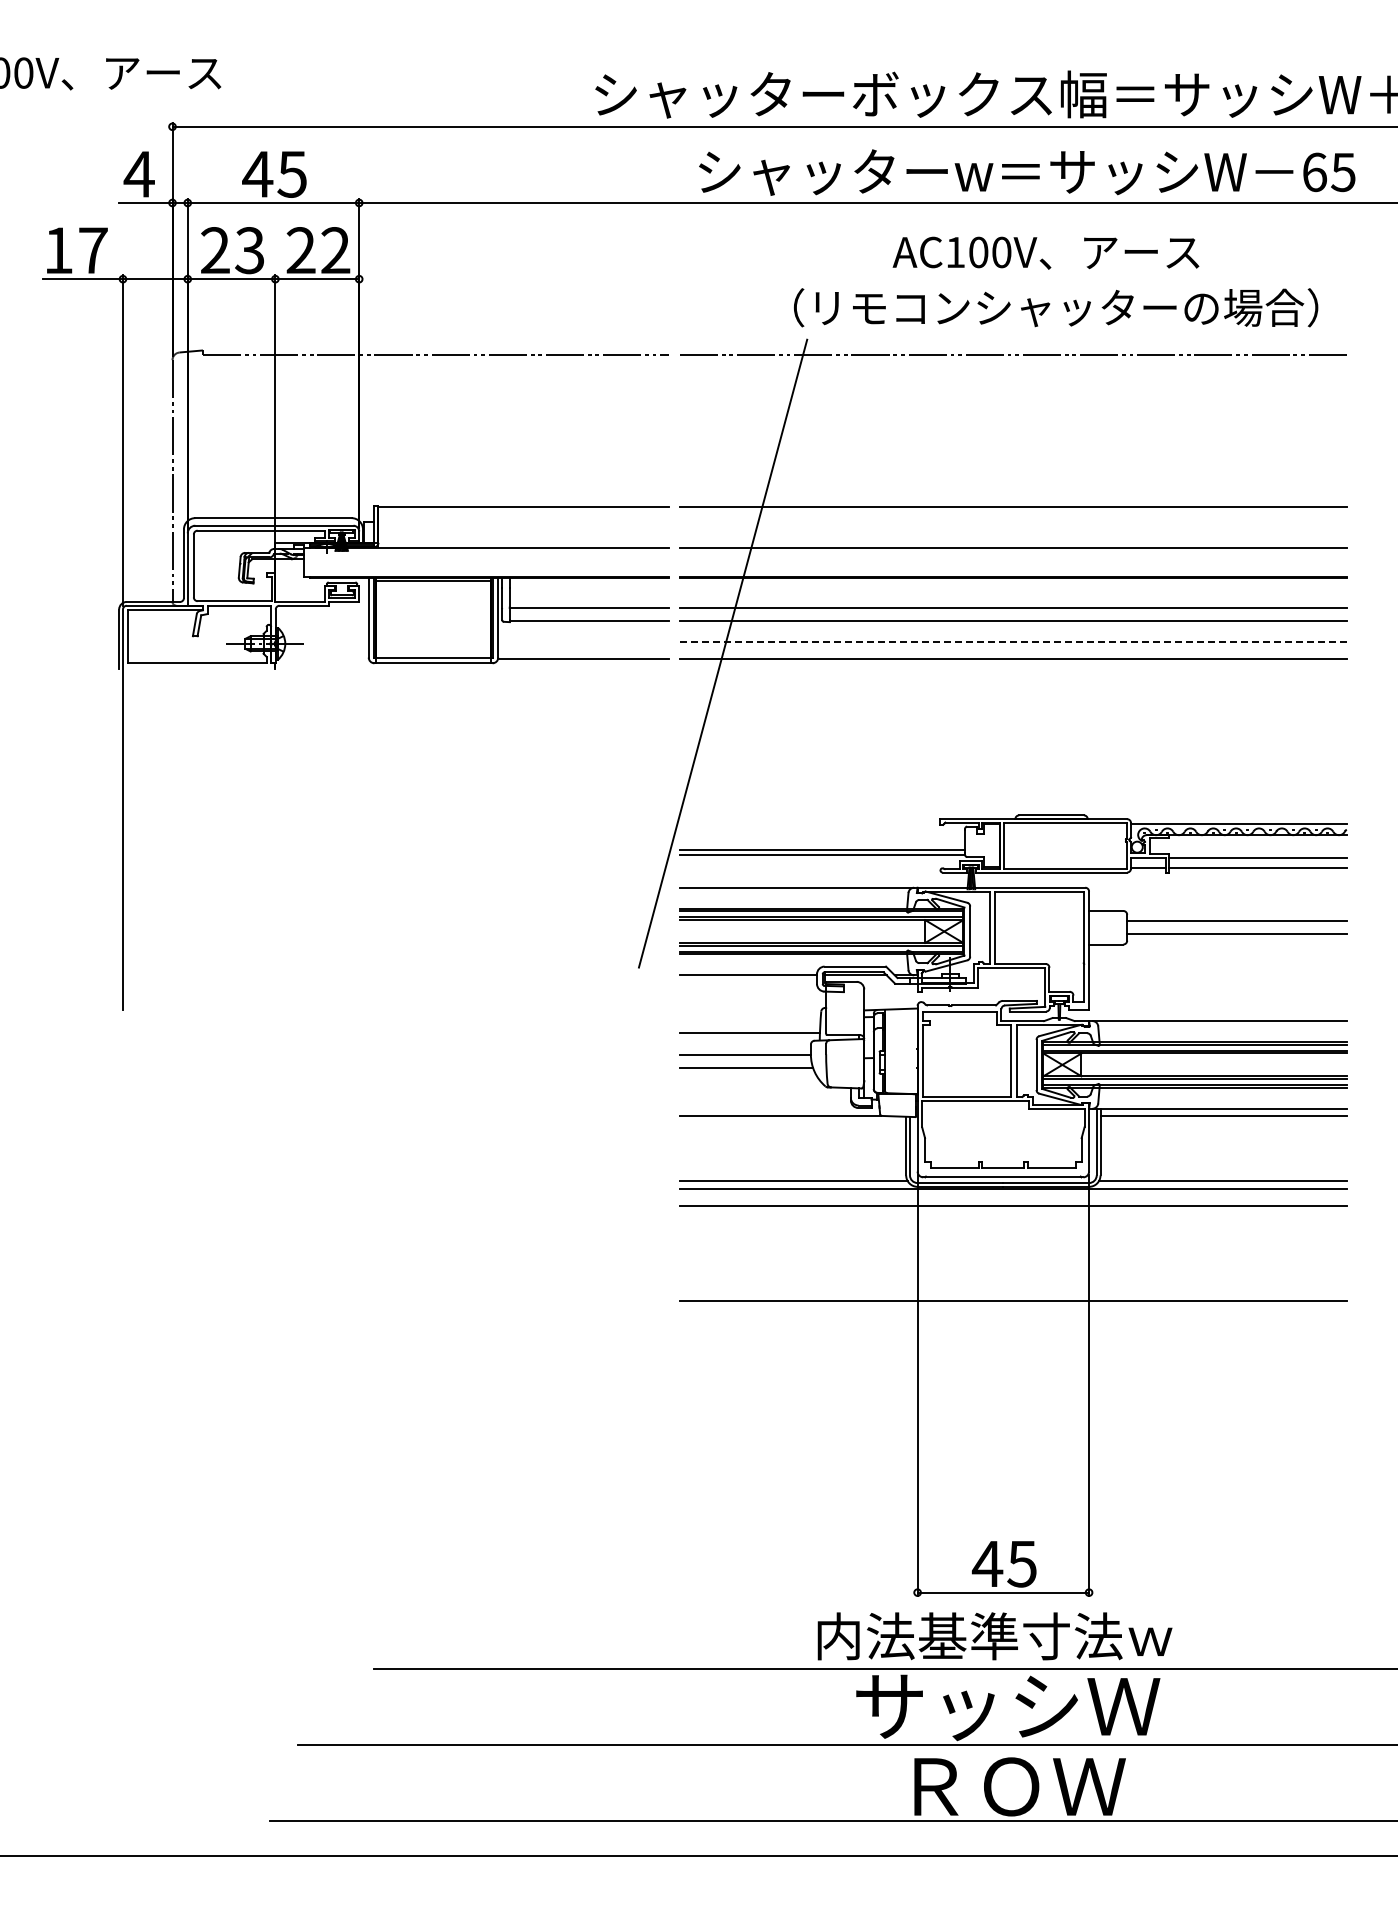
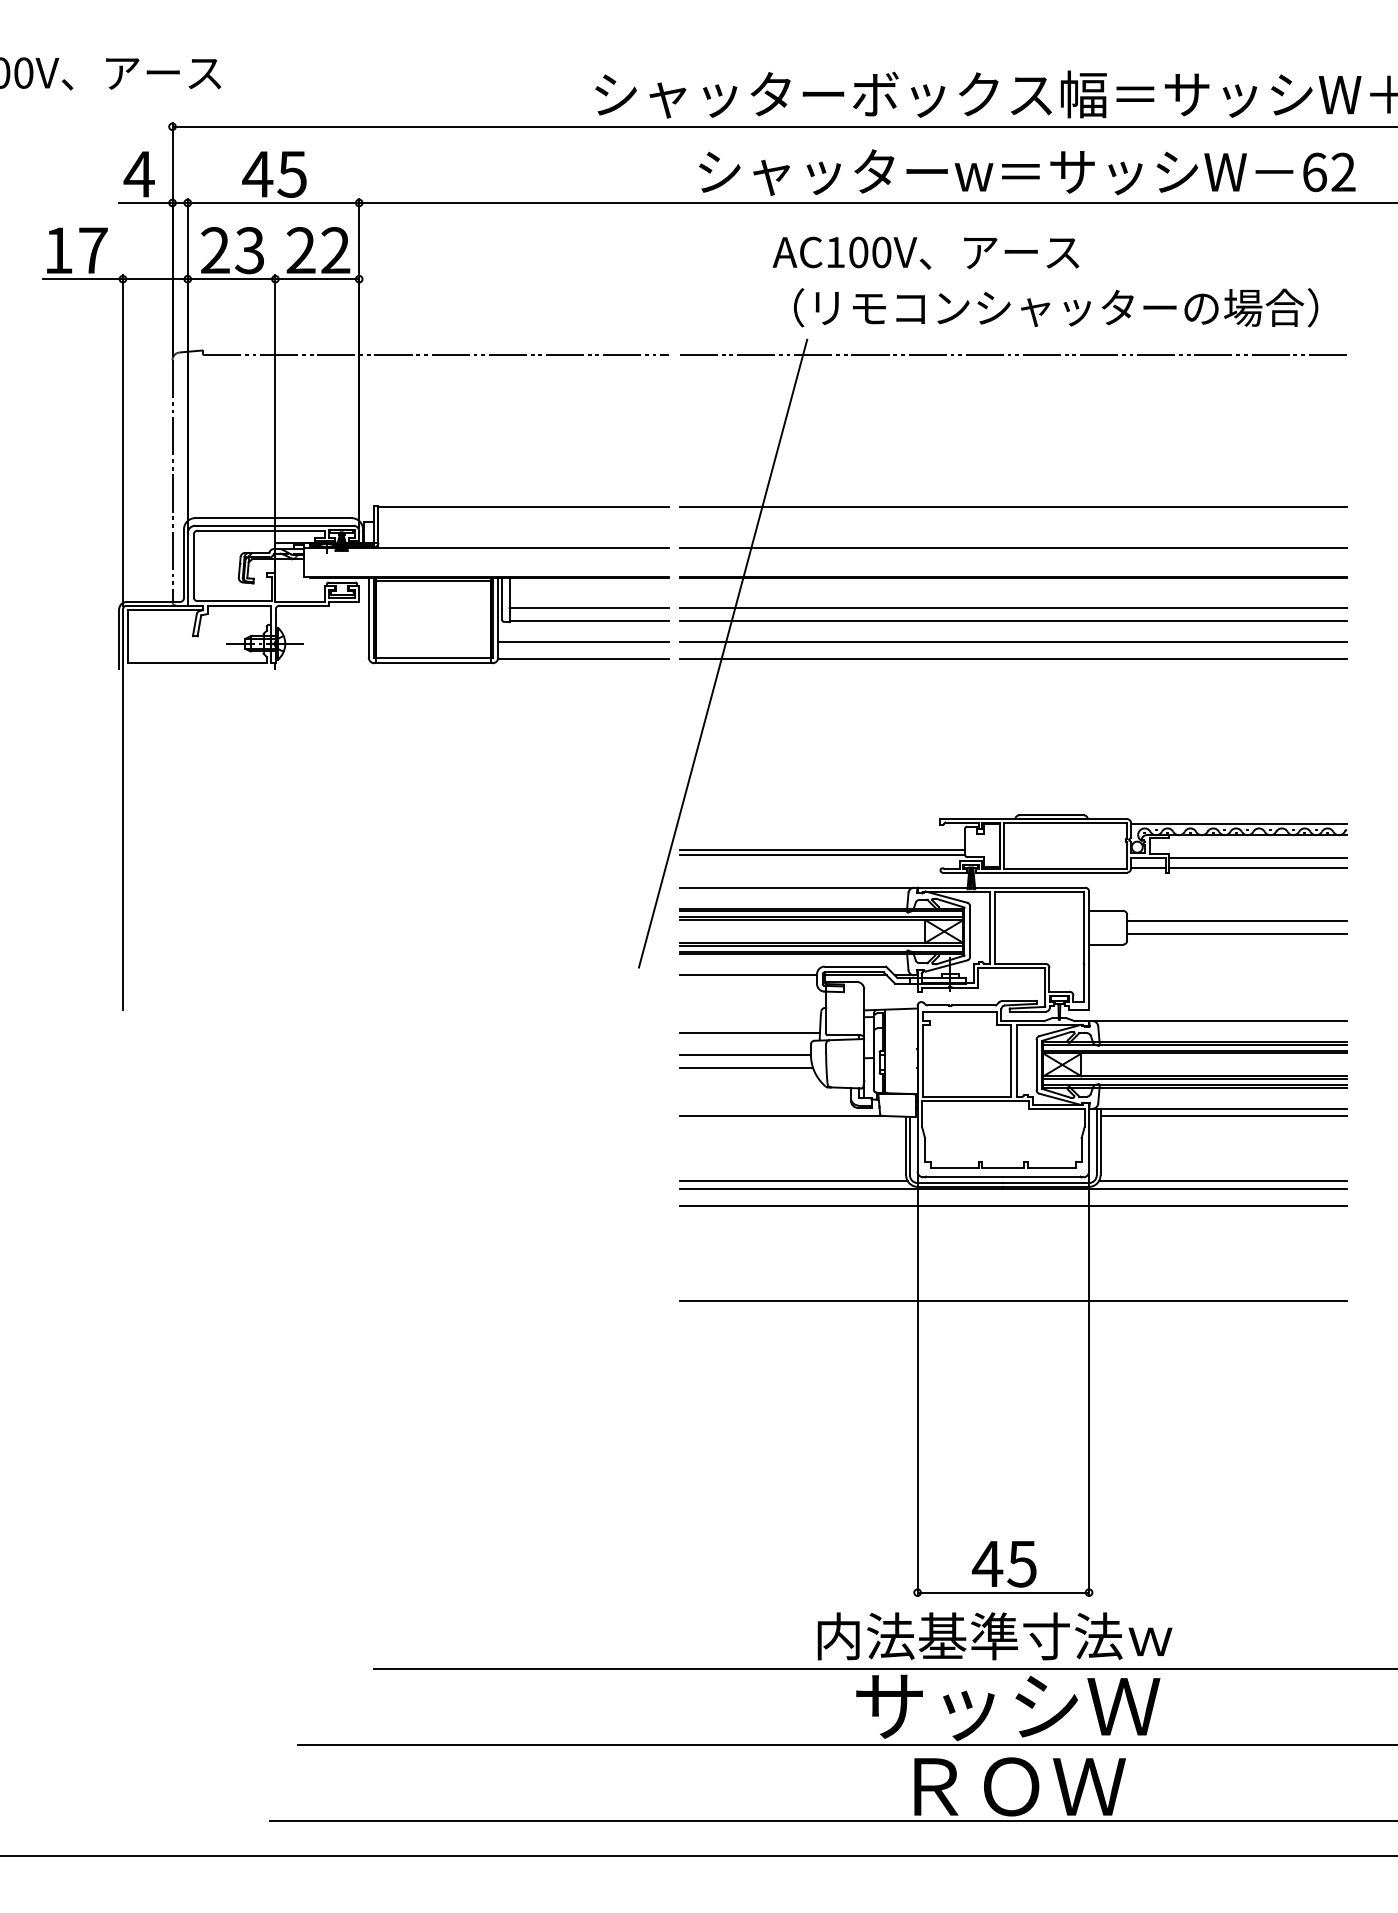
text at (1343, 172): 65 -> 62
text at (1045, 252) position: (1045, 252) -> (925, 252)
line at (583, 642): none -> present
line at (1013, 642): dashed -> solid
